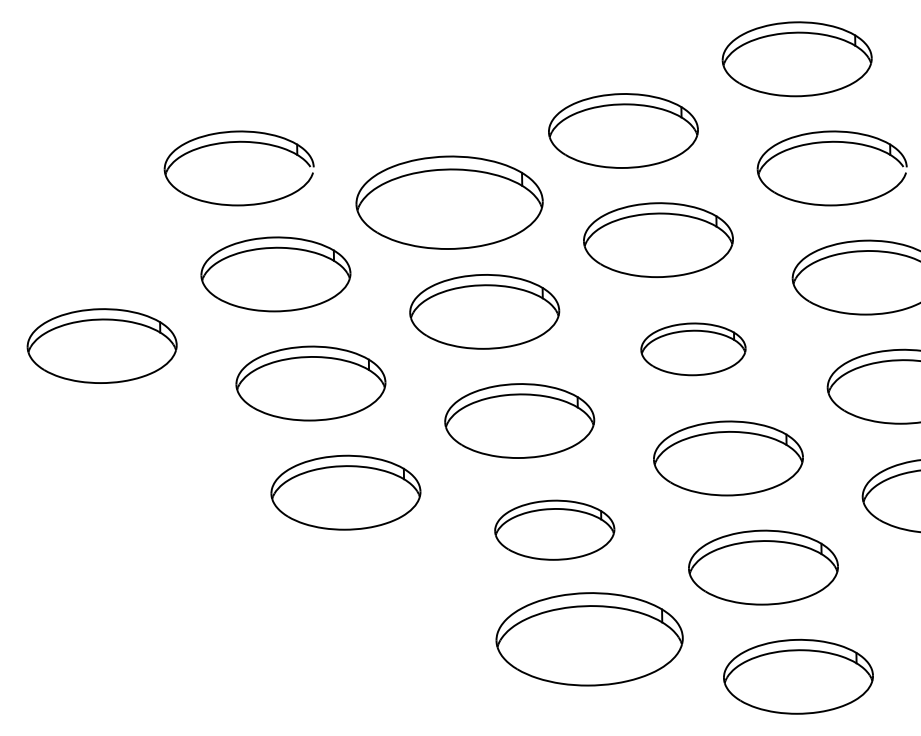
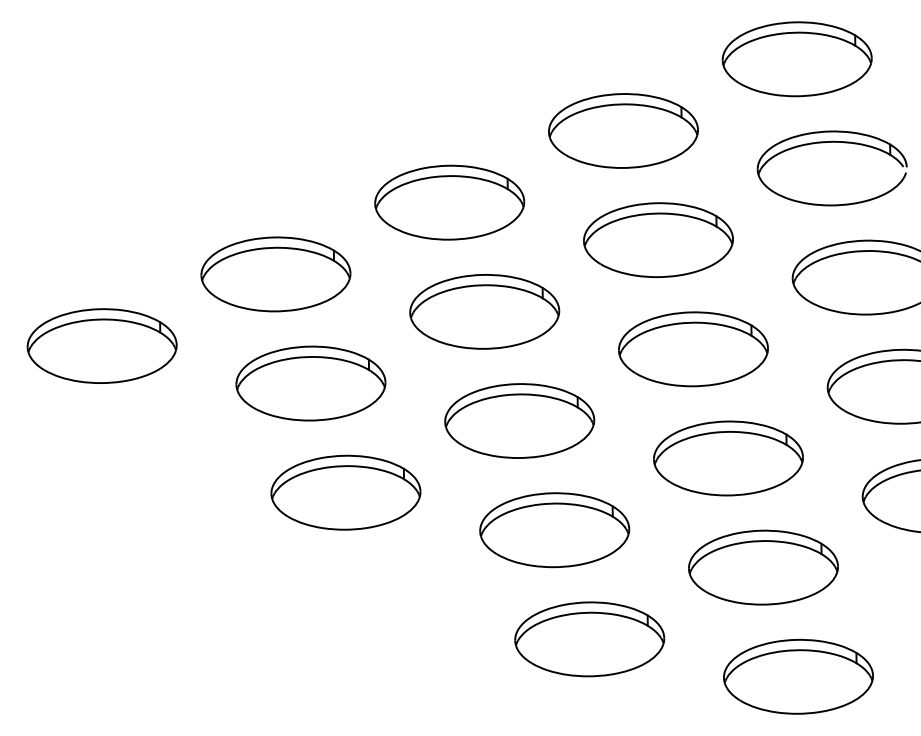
part at (238, 142): present -> none
part at (449, 202) size: 189x95 px -> 152x77 px
part at (693, 349) size: 107x55 px -> 151x77 px
part at (554, 529) size: 122x62 px -> 152x77 px
part at (589, 639) size: 189x95 px -> 152x77 px
